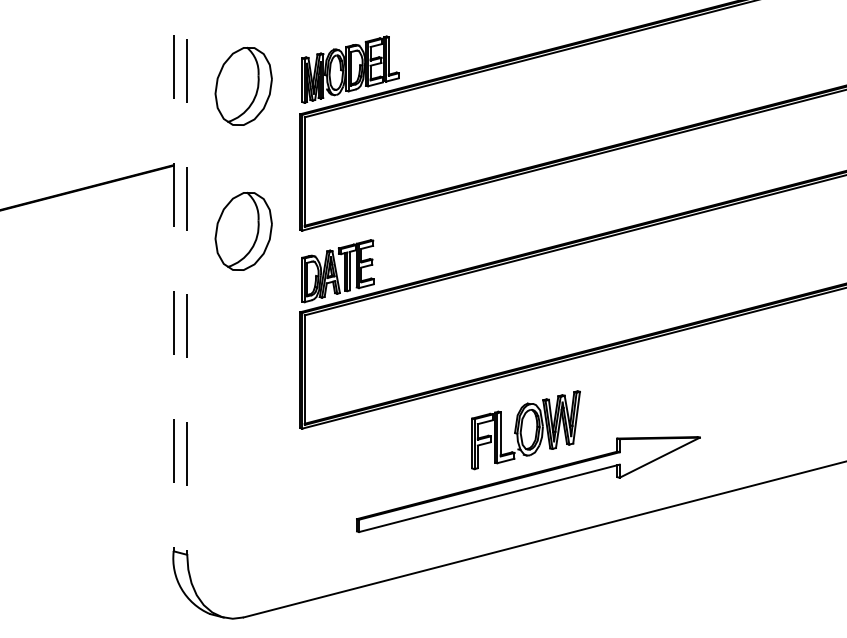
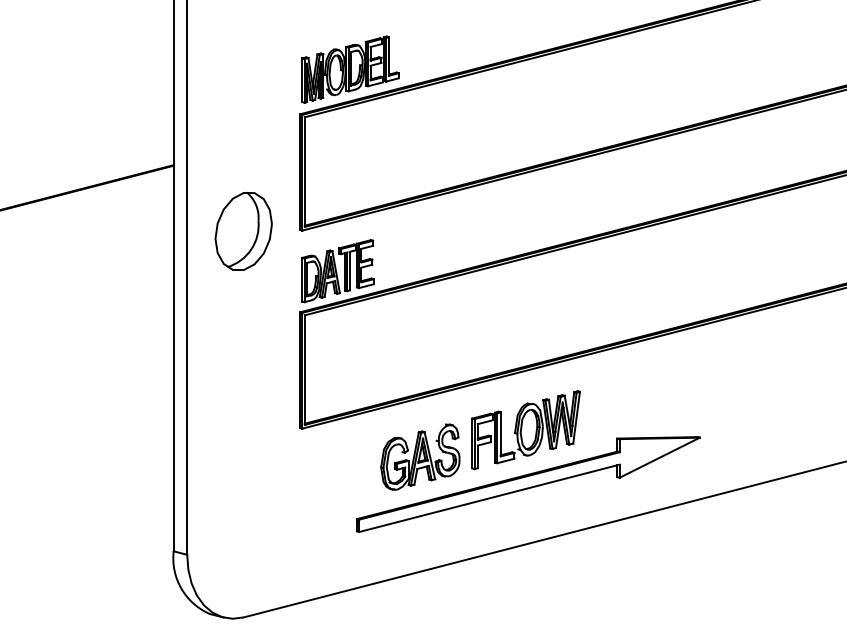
part at (243, 85): present -> none
line at (173, 276): dashed -> solid
line at (187, 277): dashed -> solid
part at (420, 456): none -> present
